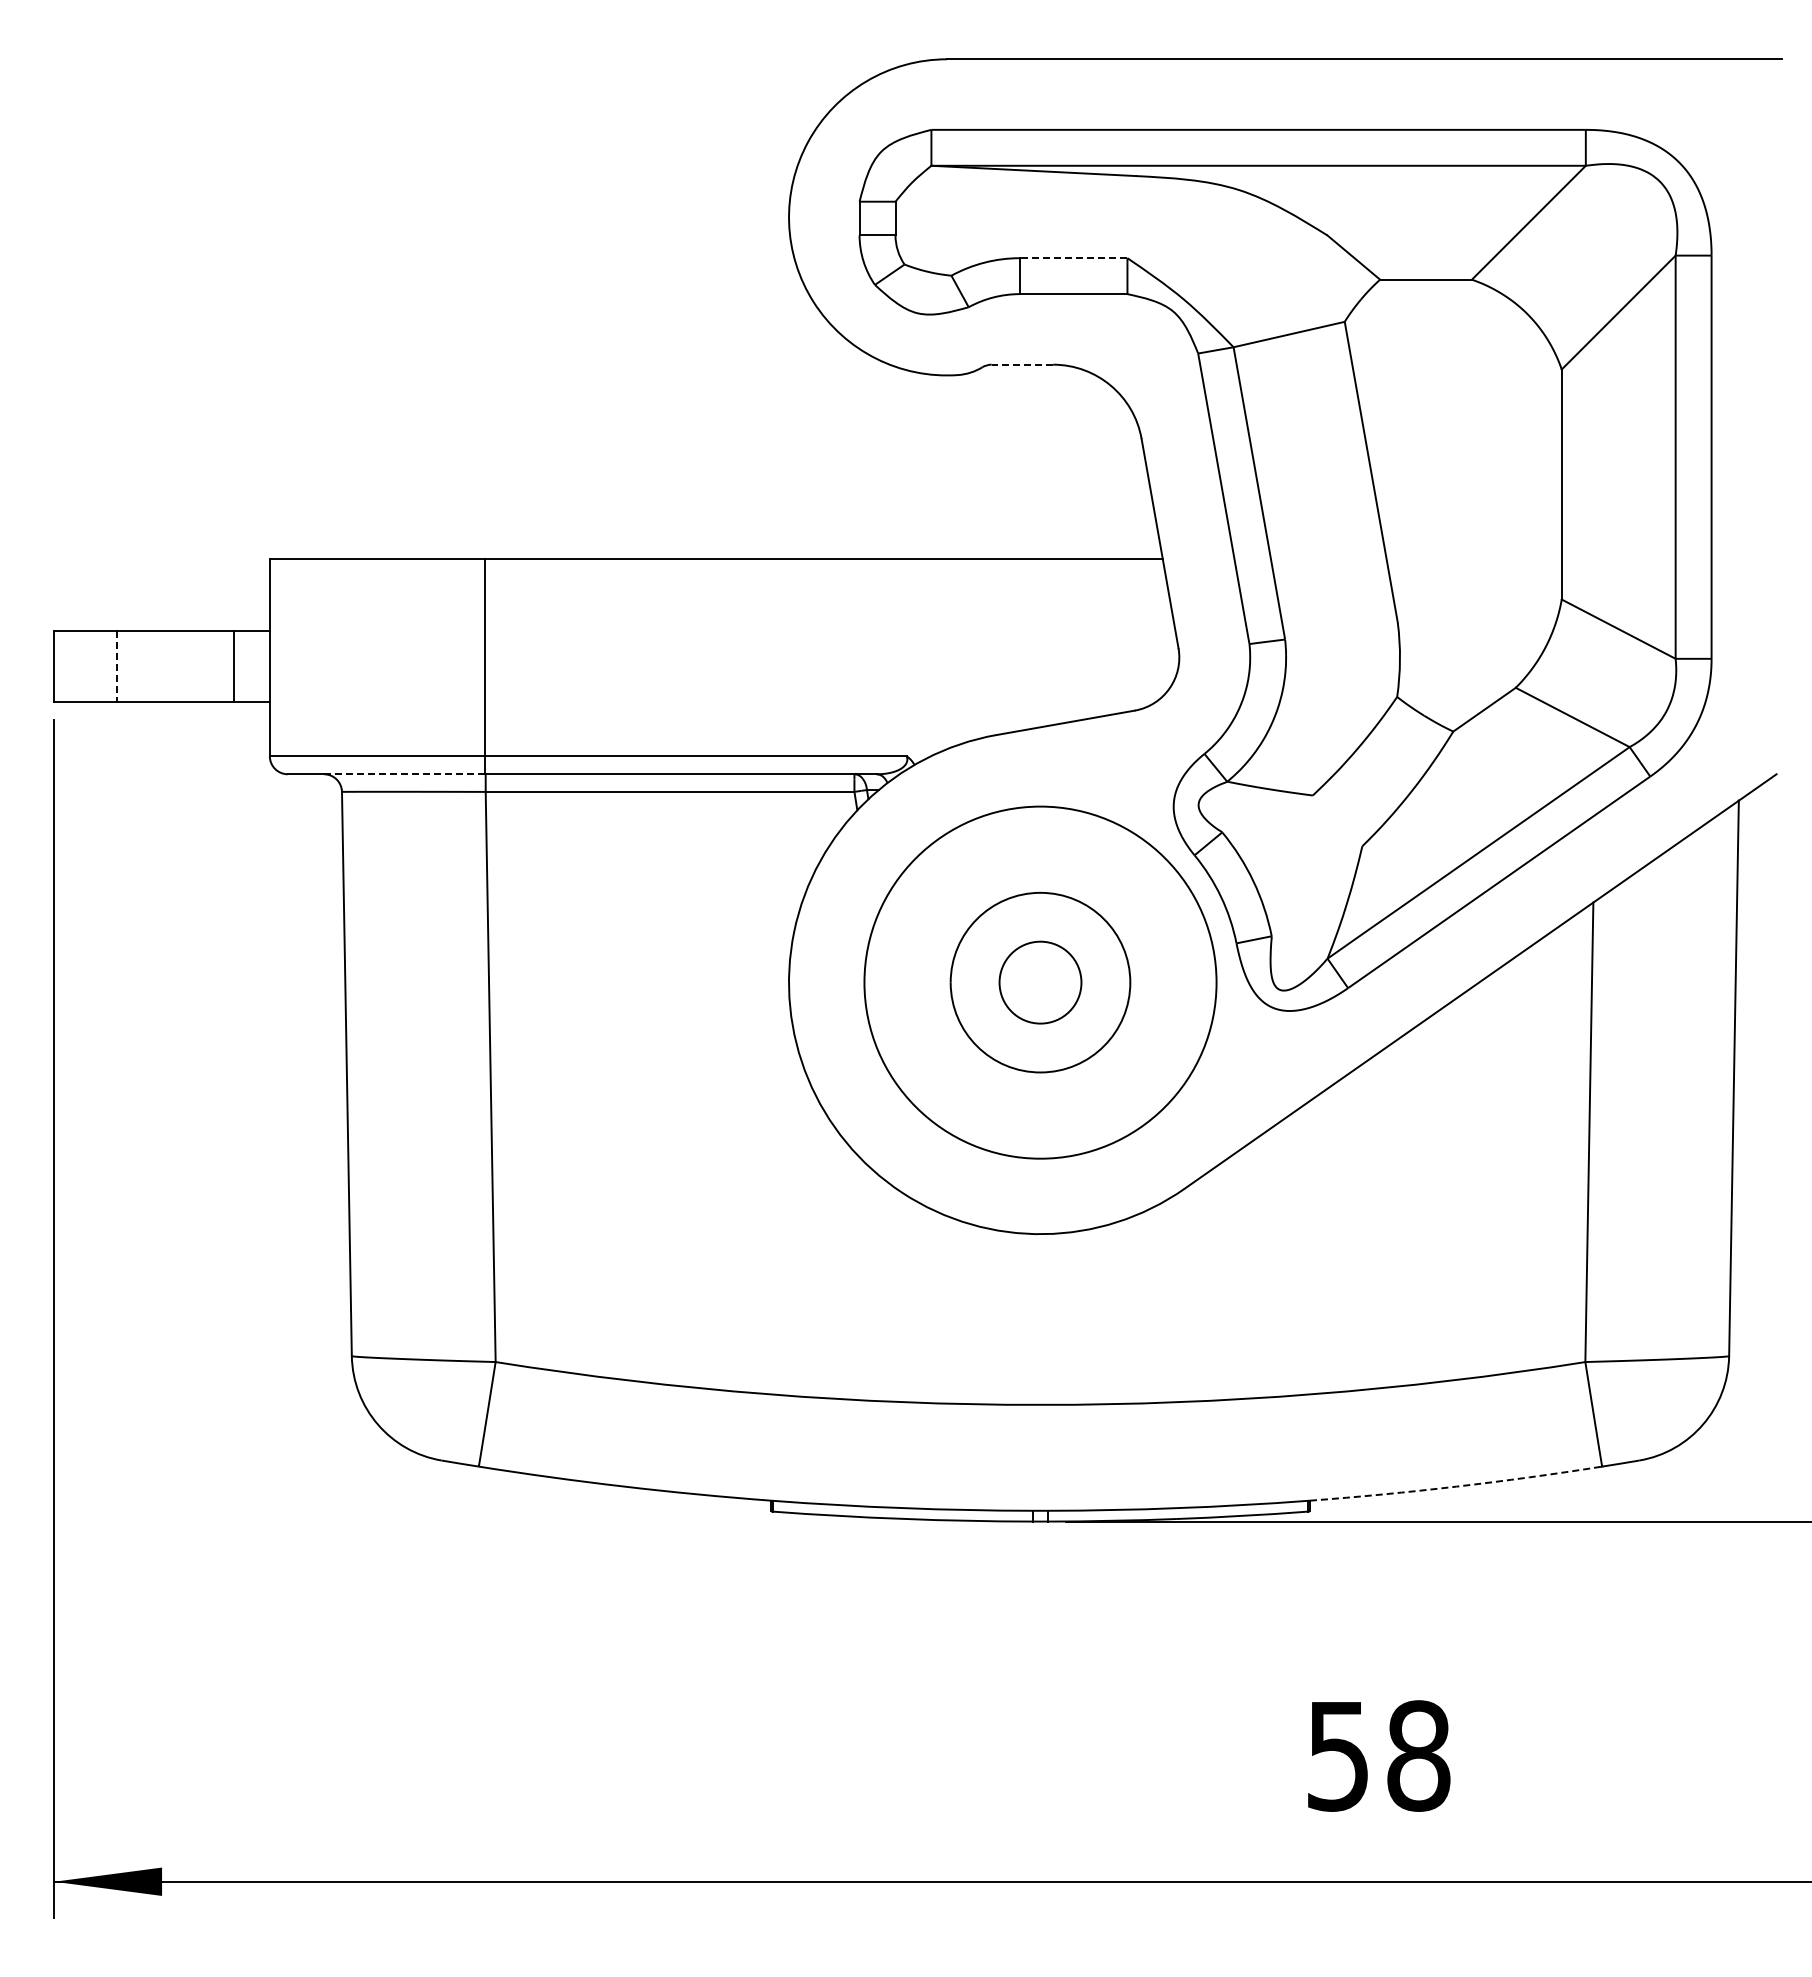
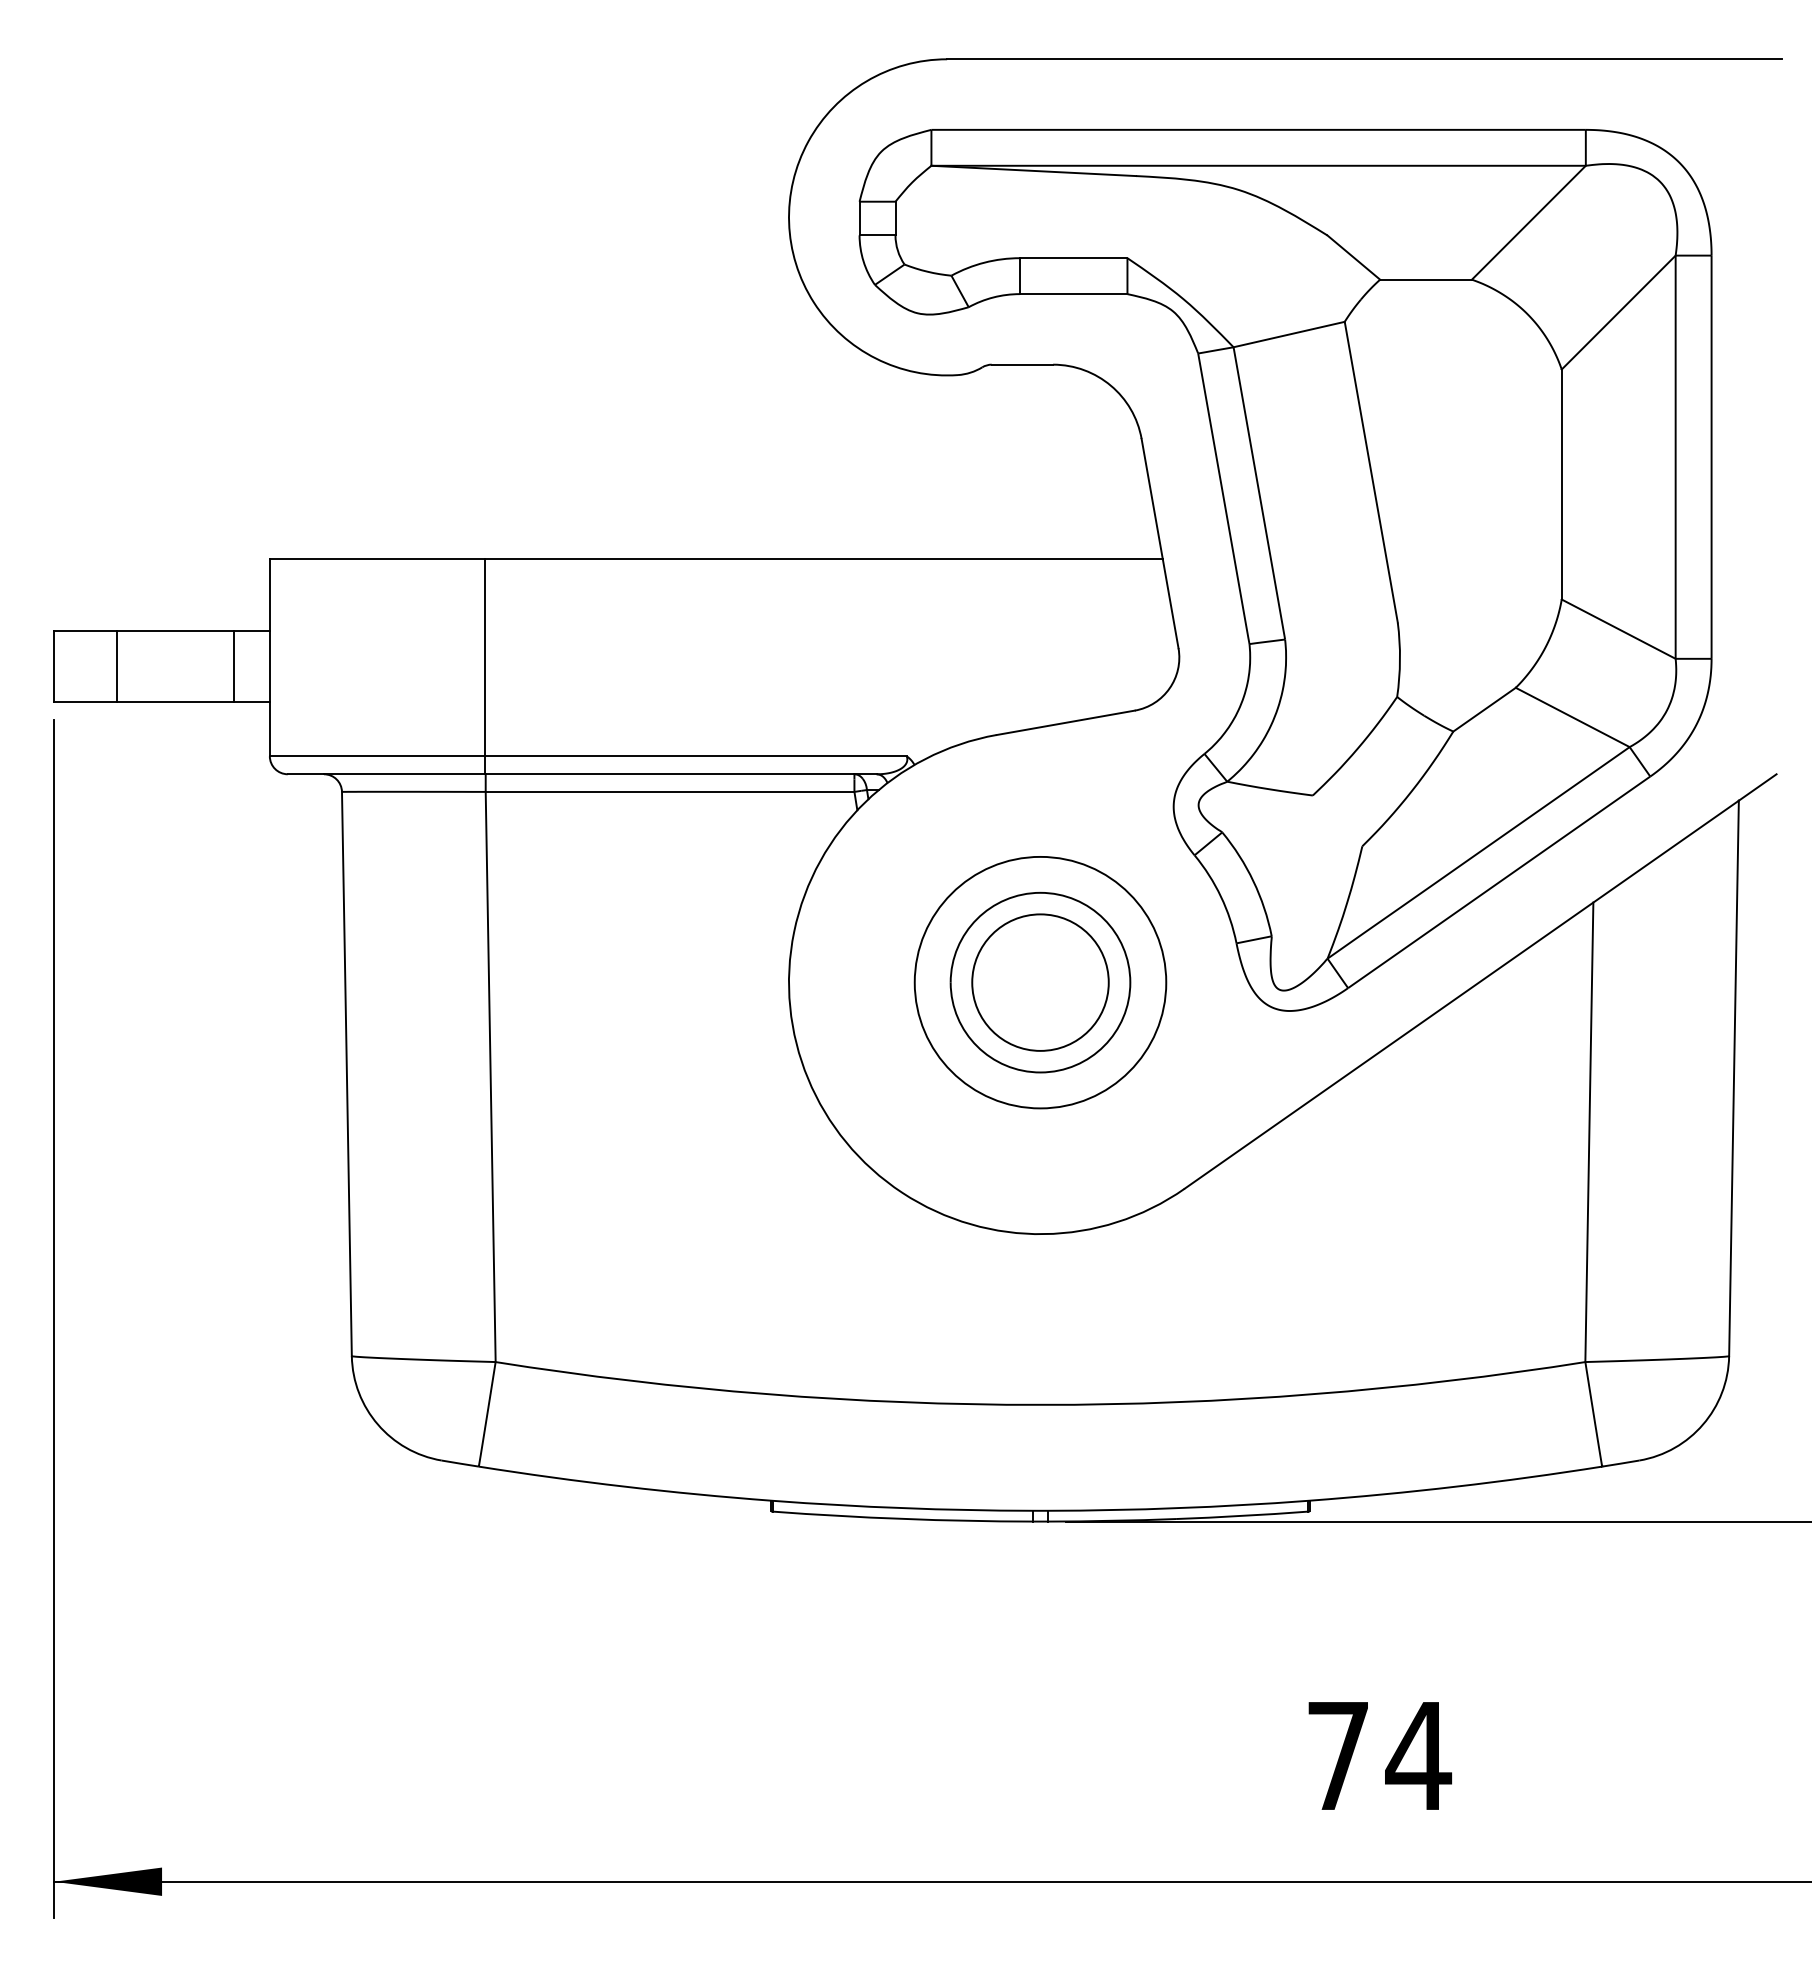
line at (1073, 258): dashed -> solid
line at (1022, 364): dashed -> solid
line at (117, 666): dashed -> solid
line at (404, 774): dashed -> solid
circle at (1040, 982) diameter: 352 px -> 251 px
circle at (1040, 982) diameter: 82 px -> 137 px
arc at (1456, 1486): dashed -> solid
text at (1380, 1755): 58 -> 74
